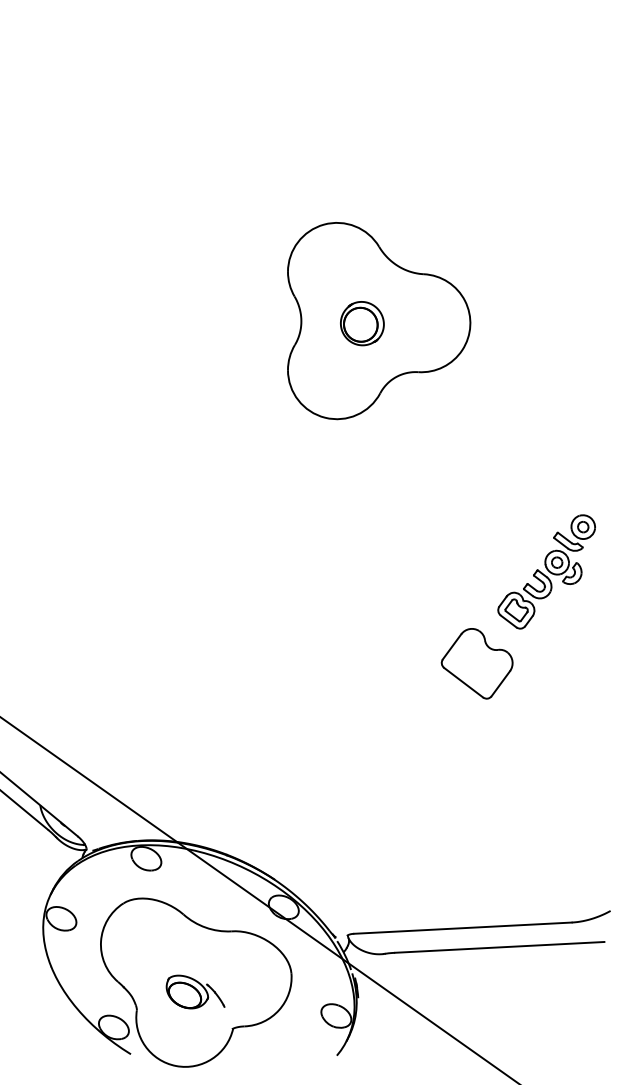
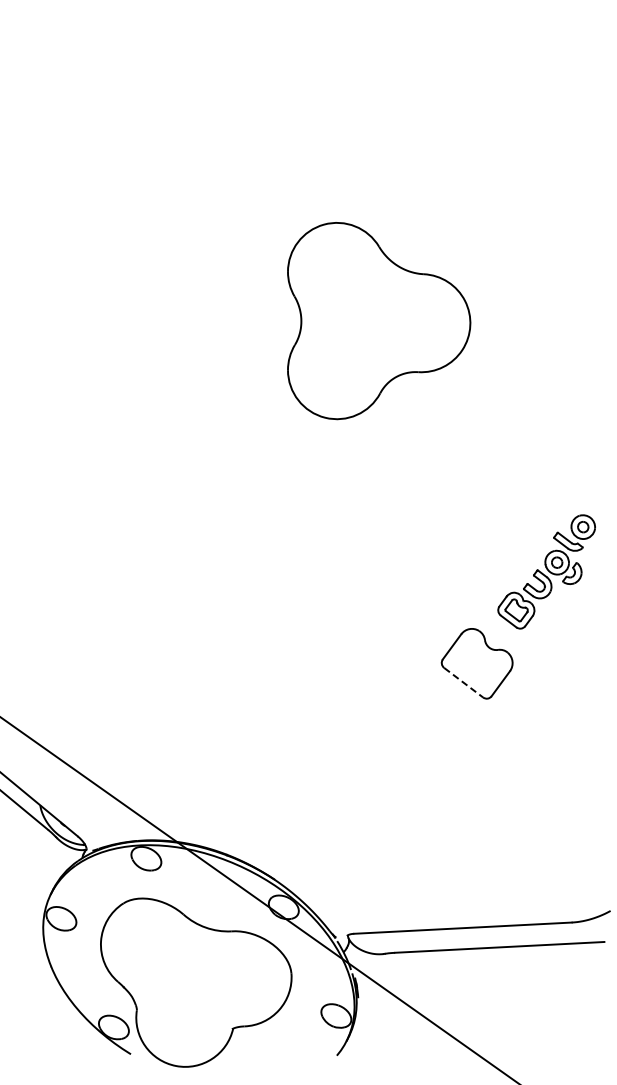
part at (362, 323): present -> none
line at (464, 683): solid -> dashed
part at (195, 991): present -> none
